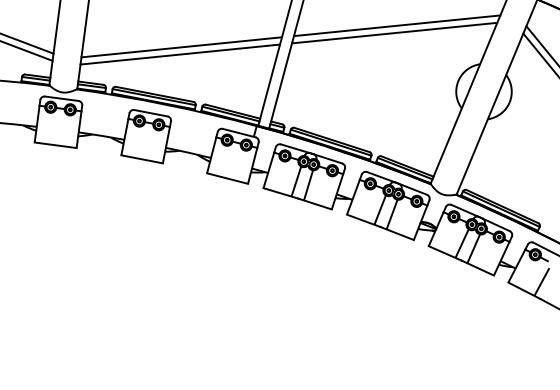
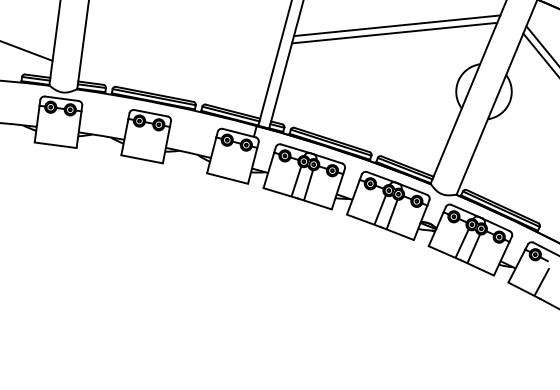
line at (27, 43): present -> none
line at (181, 47): present -> none
line at (180, 54): present -> none
